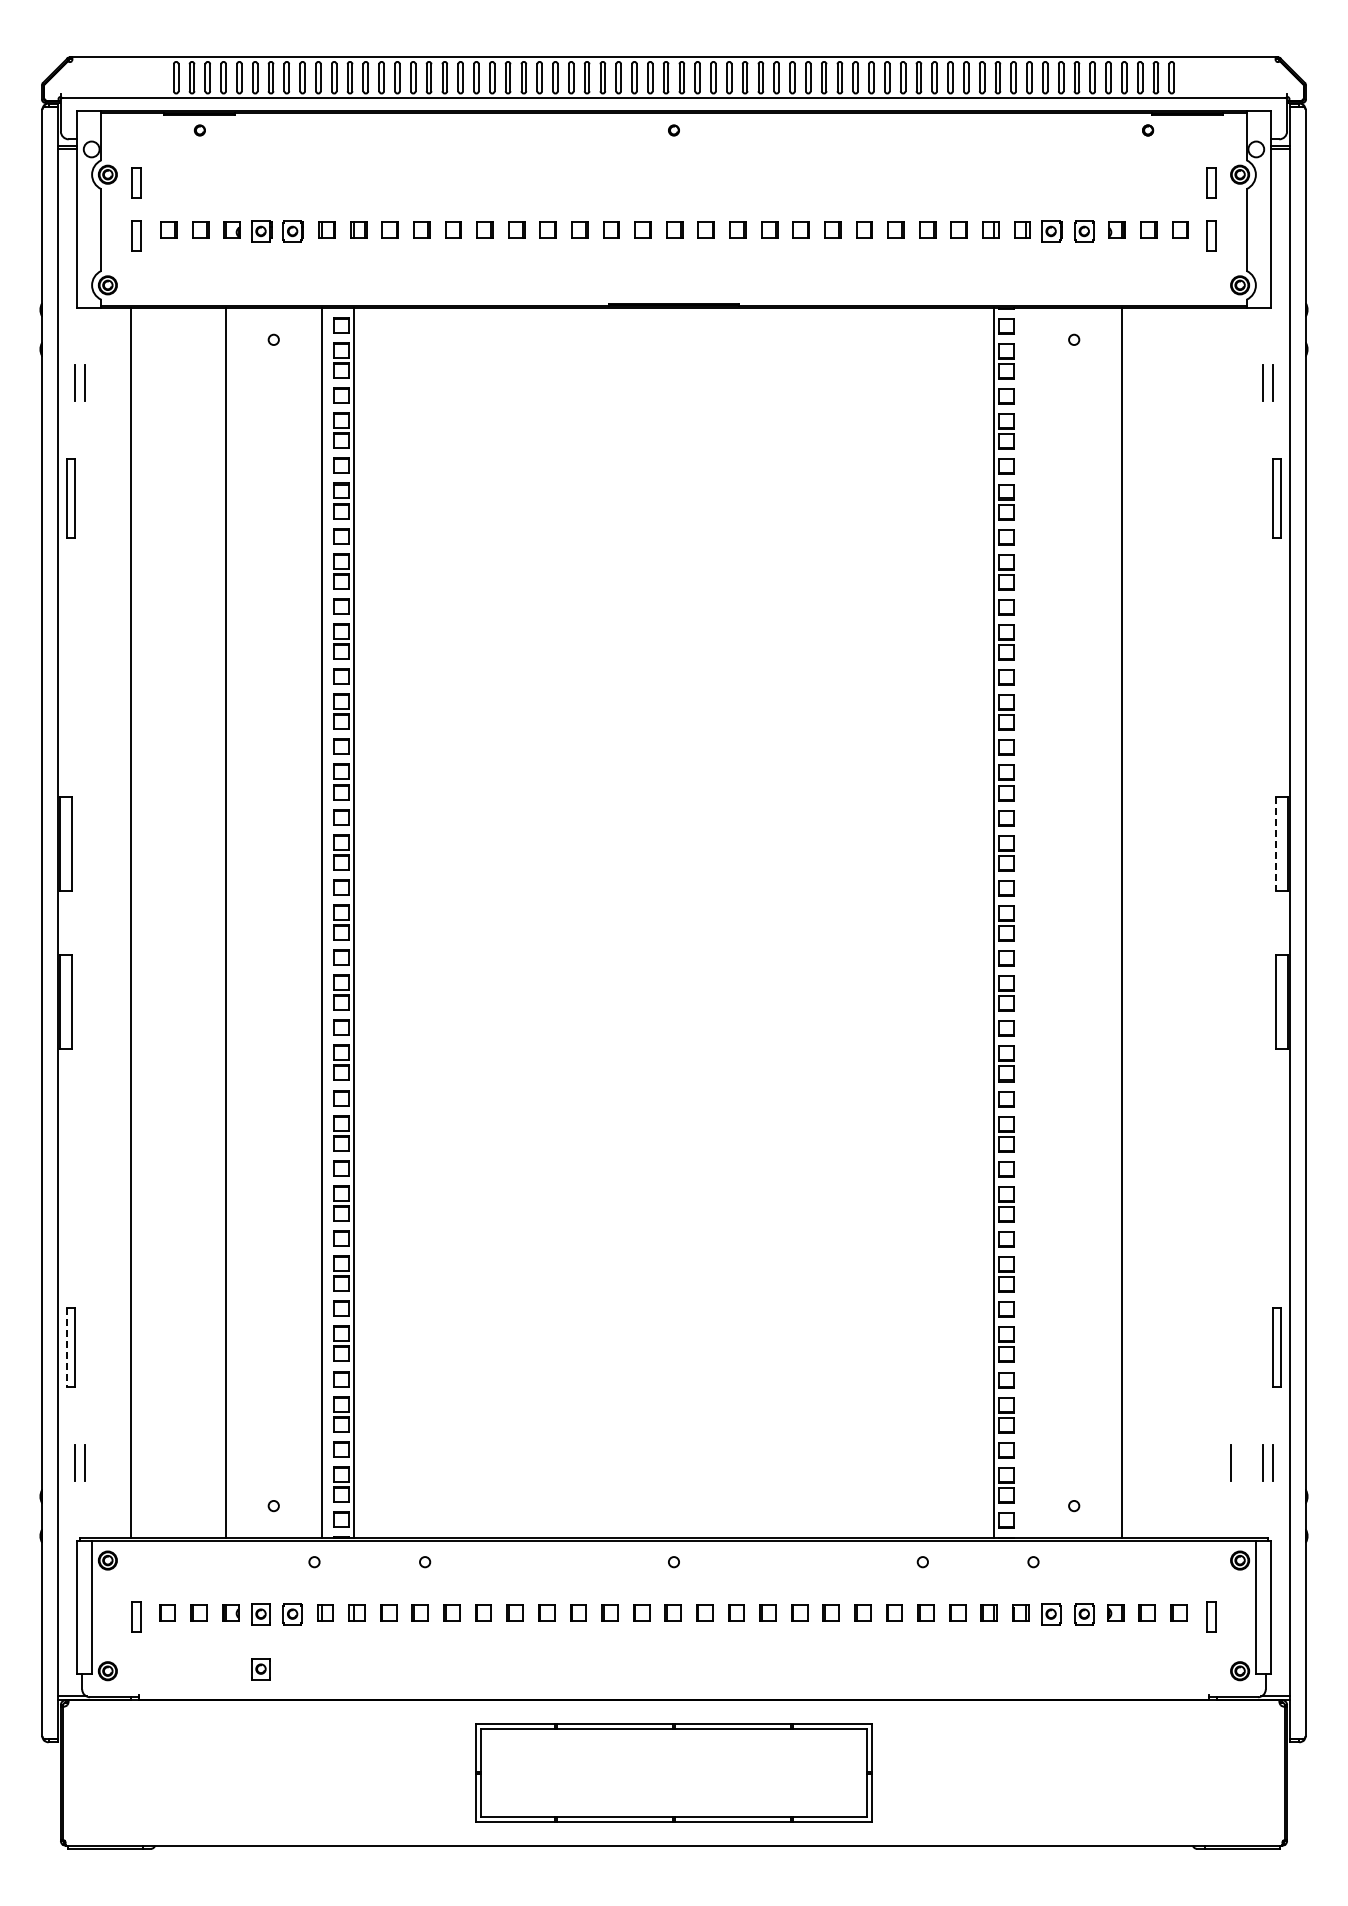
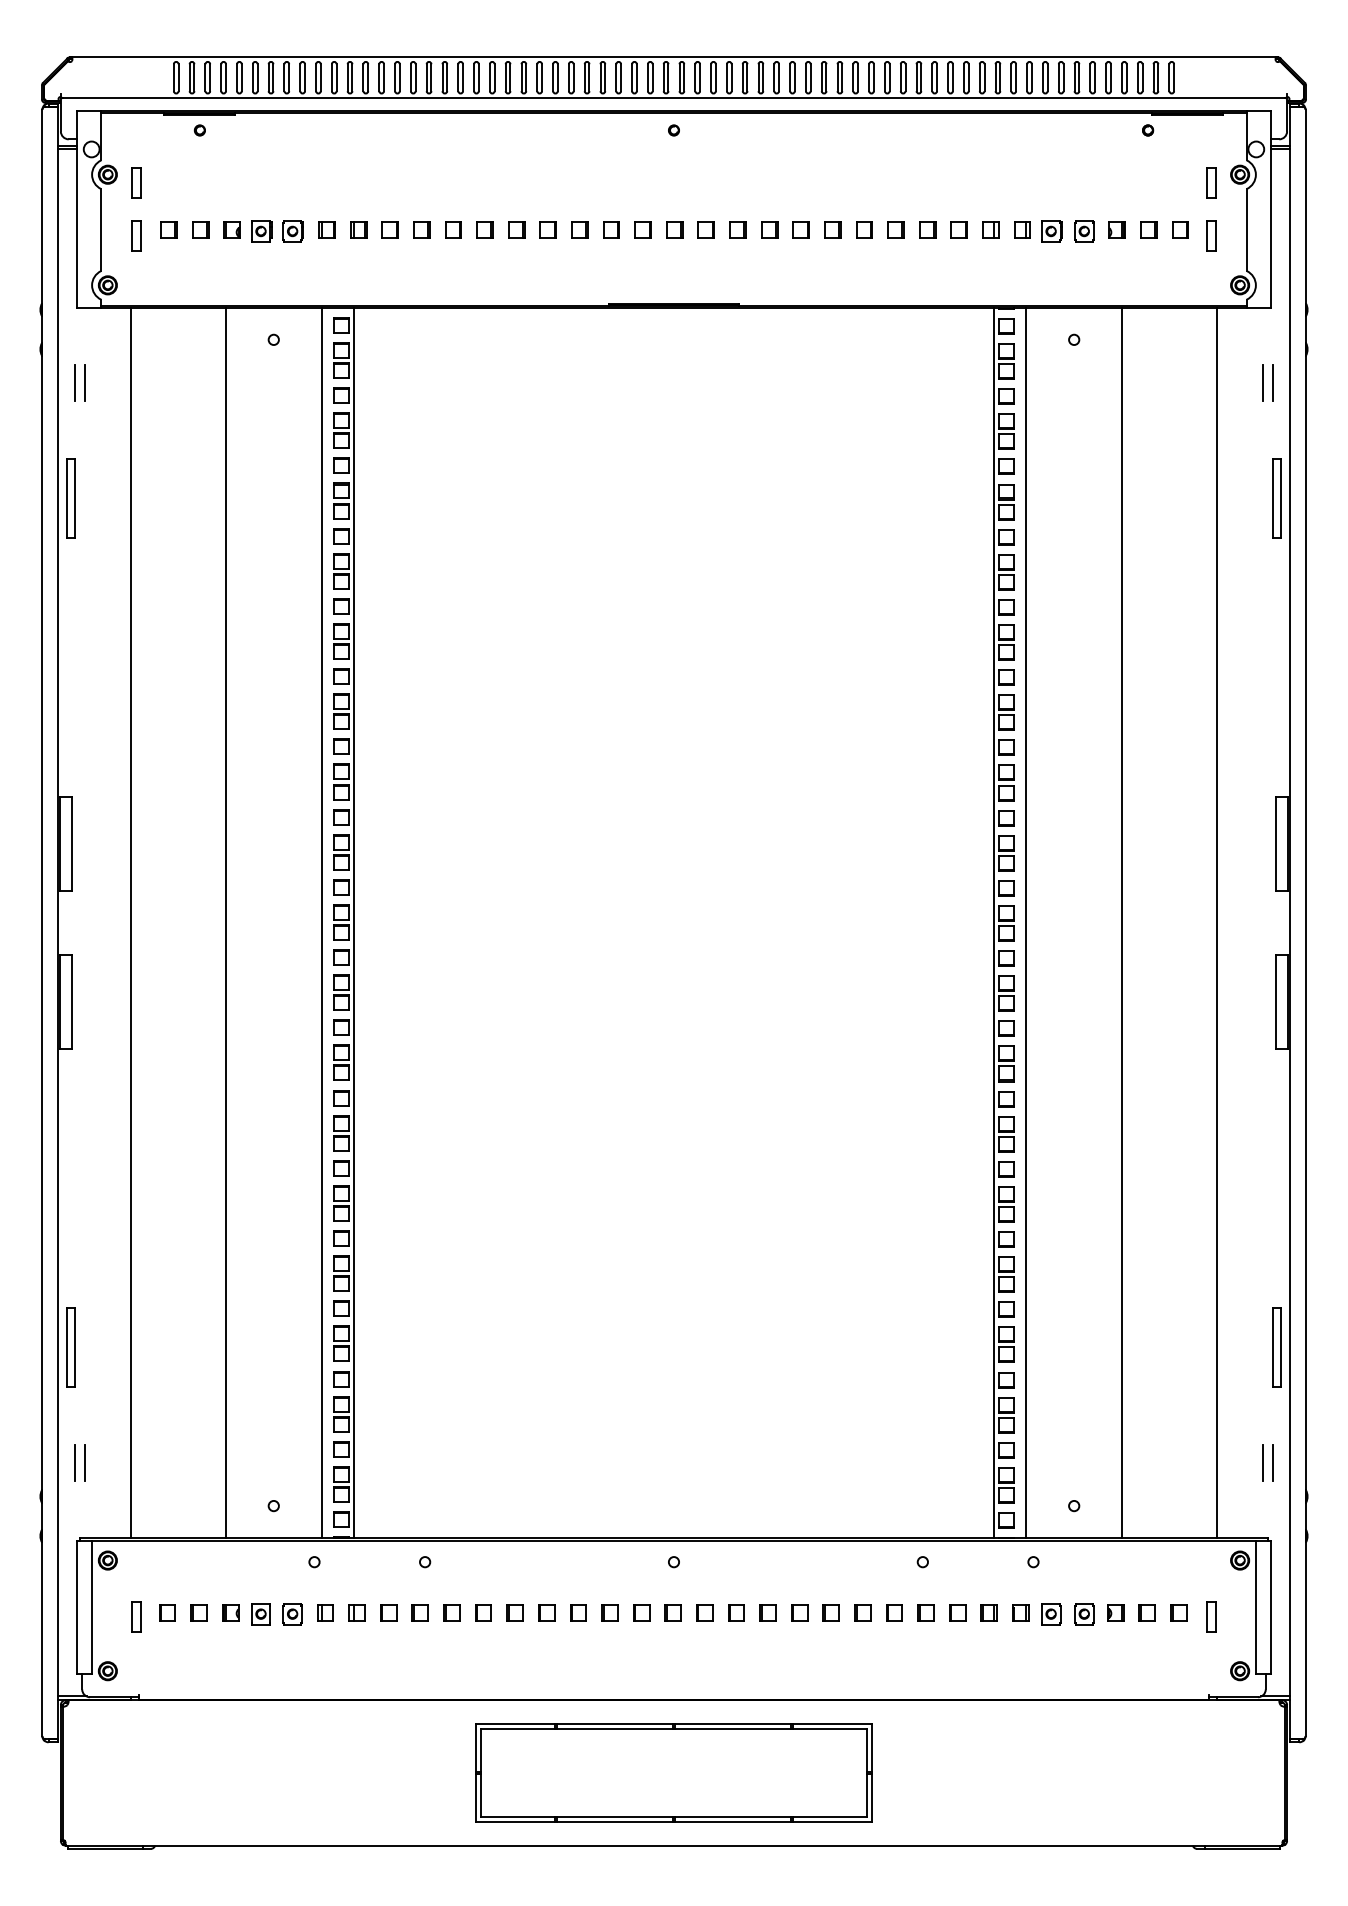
line at (1275, 844): dashed -> solid
line at (1025, 923): none -> present
line at (1217, 923): none -> present
line at (66, 1347): dashed -> solid
line at (1230, 1462): present -> none
part at (260, 1669): present -> none
